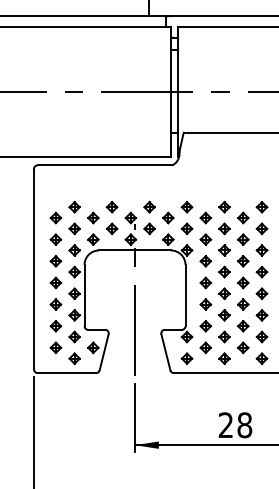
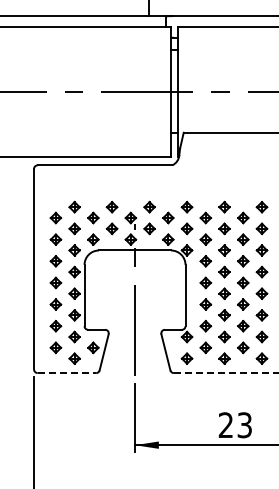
line at (67, 373): solid -> dashed
line at (226, 373): solid -> dashed
text at (244, 425): 28 -> 23
